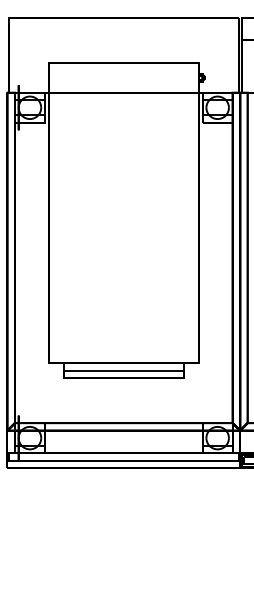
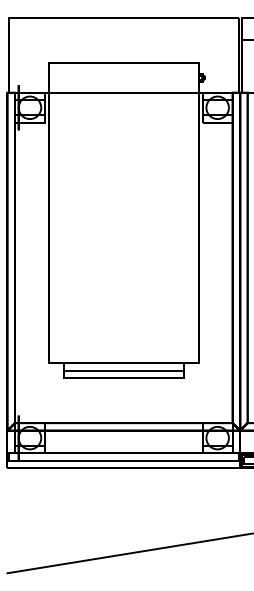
line at (128, 553): none -> present
